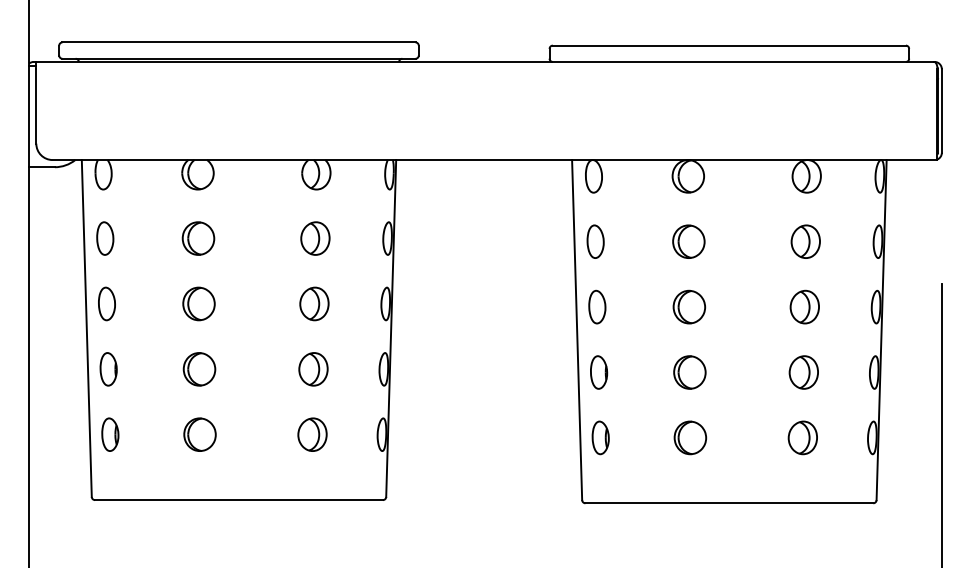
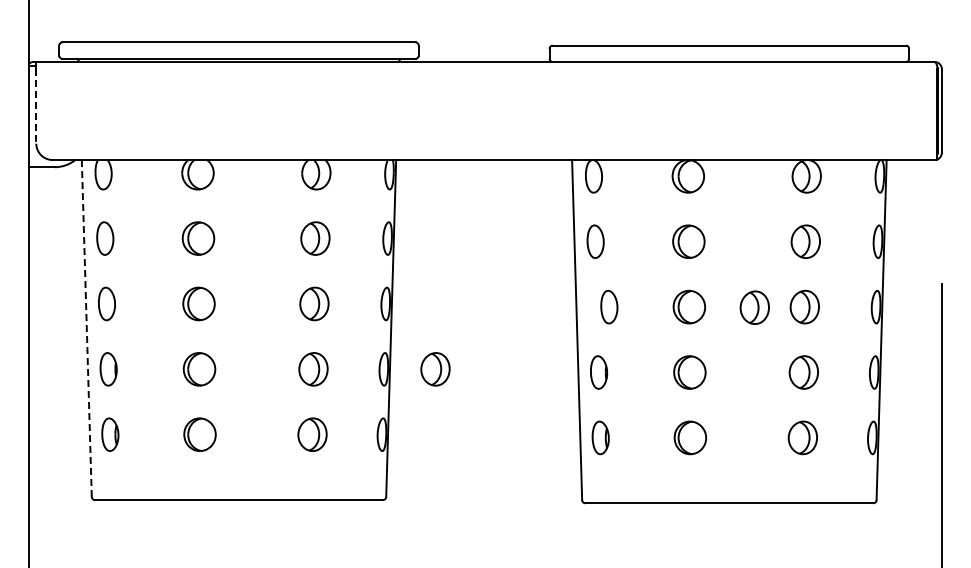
line at (36, 106): solid -> dashed
part at (597, 306) position: (597, 306) -> (609, 306)
part at (754, 307): none -> present
line at (86, 328): solid -> dashed
part at (435, 369): none -> present
